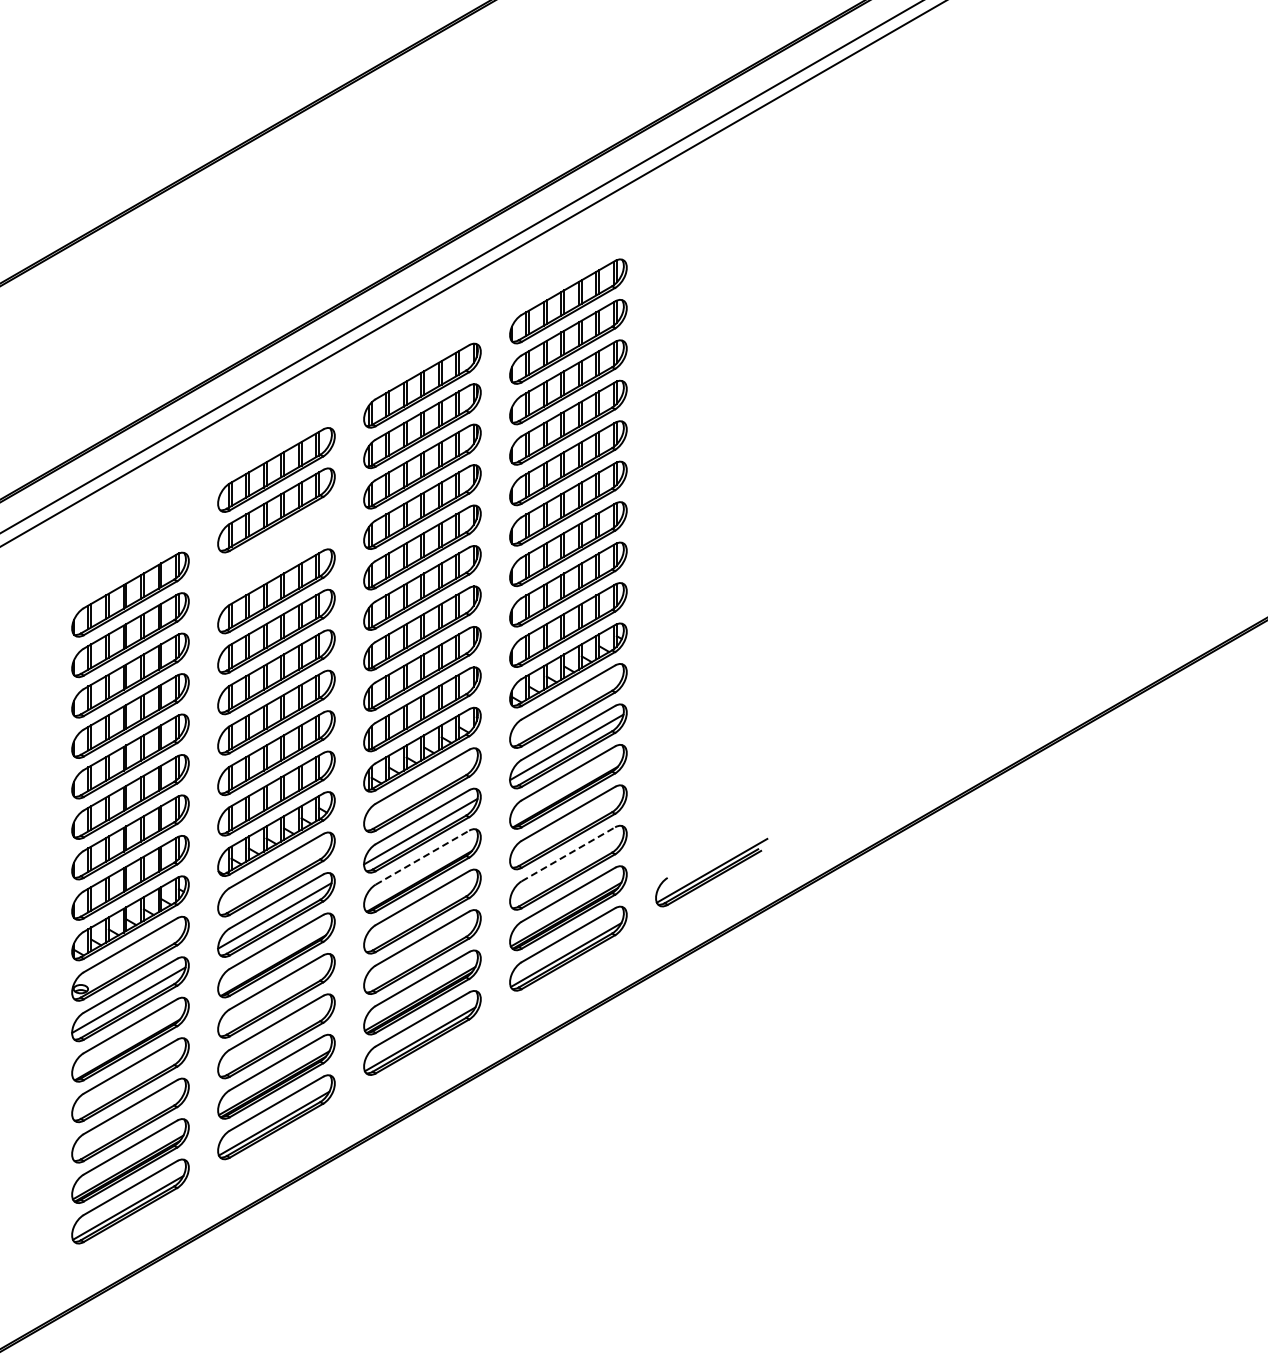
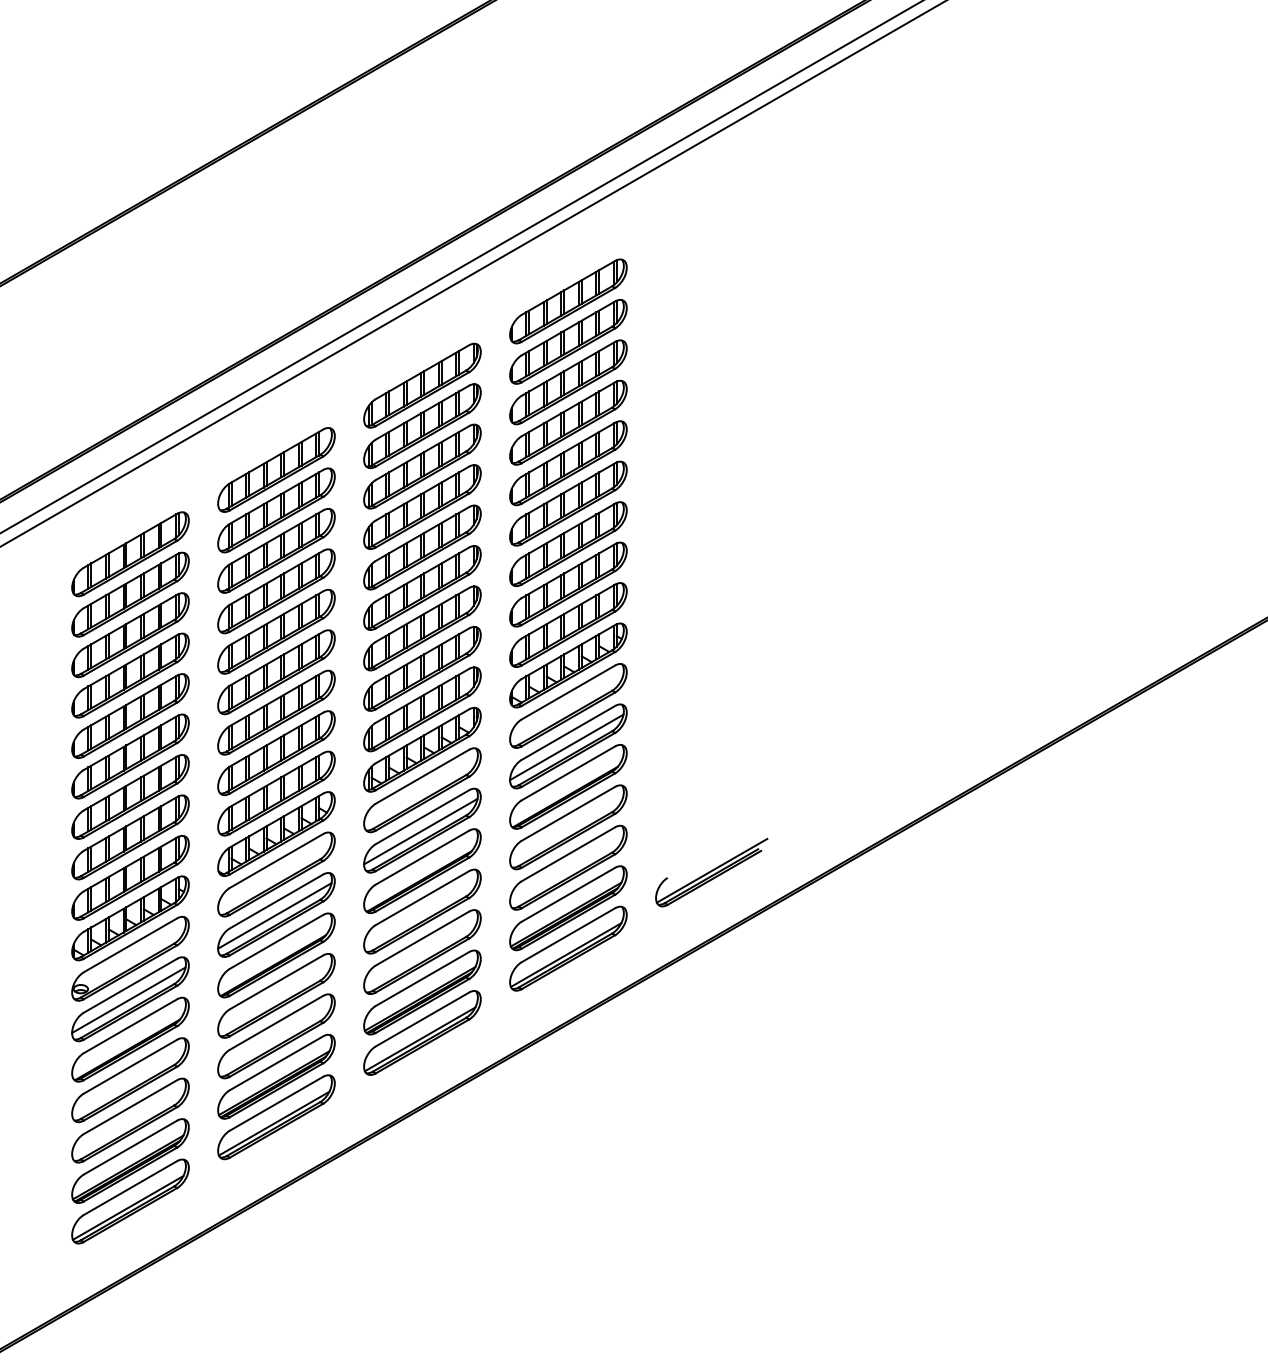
part at (276, 550): none -> present
part at (130, 554): none -> present
line at (568, 854): dashed -> solid
line at (422, 857): dashed -> solid
